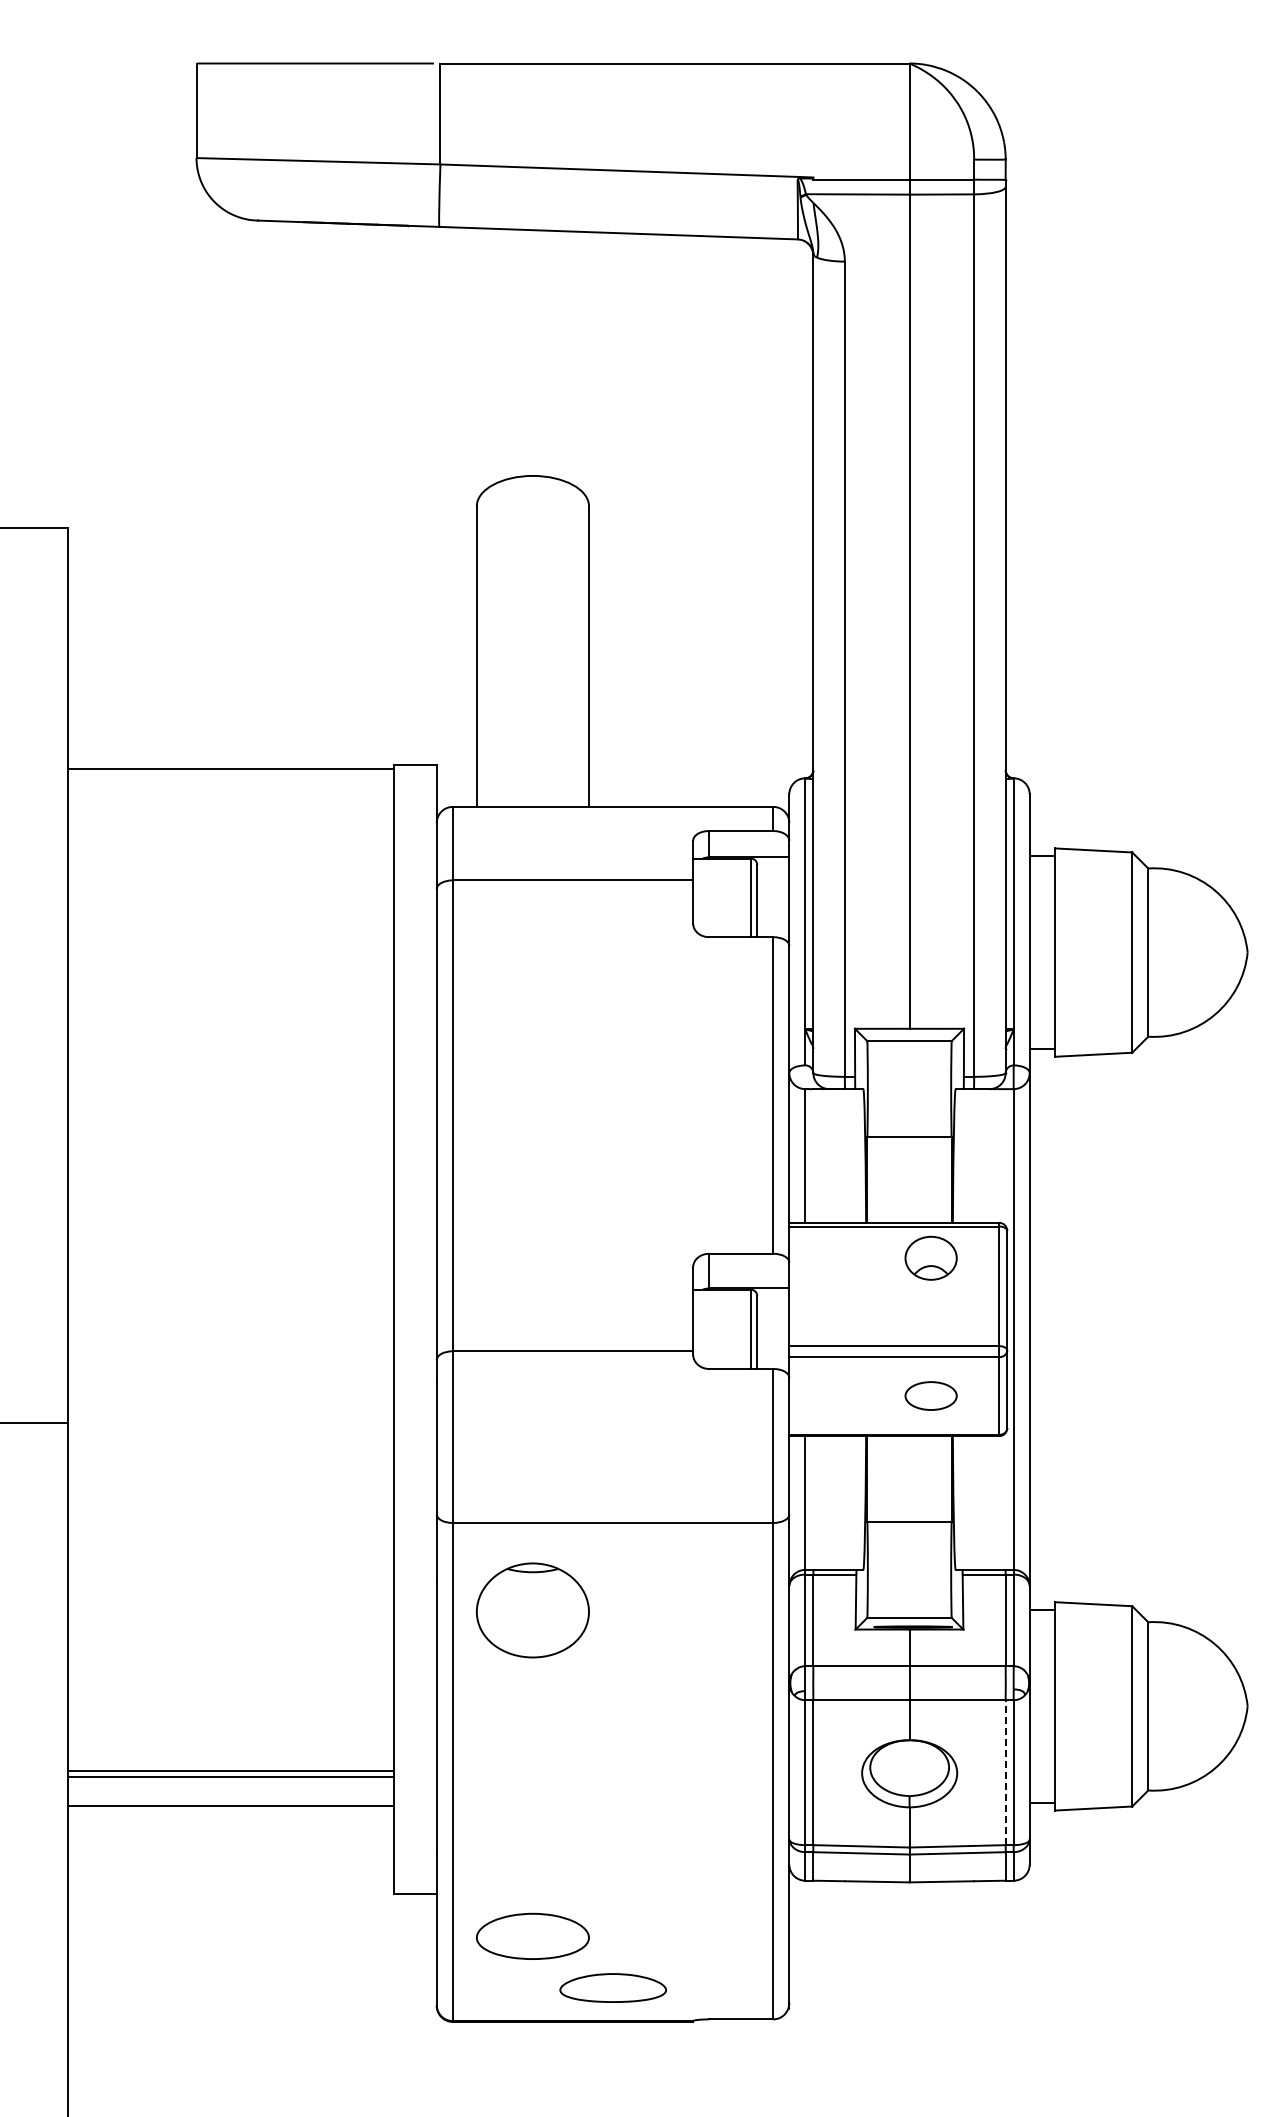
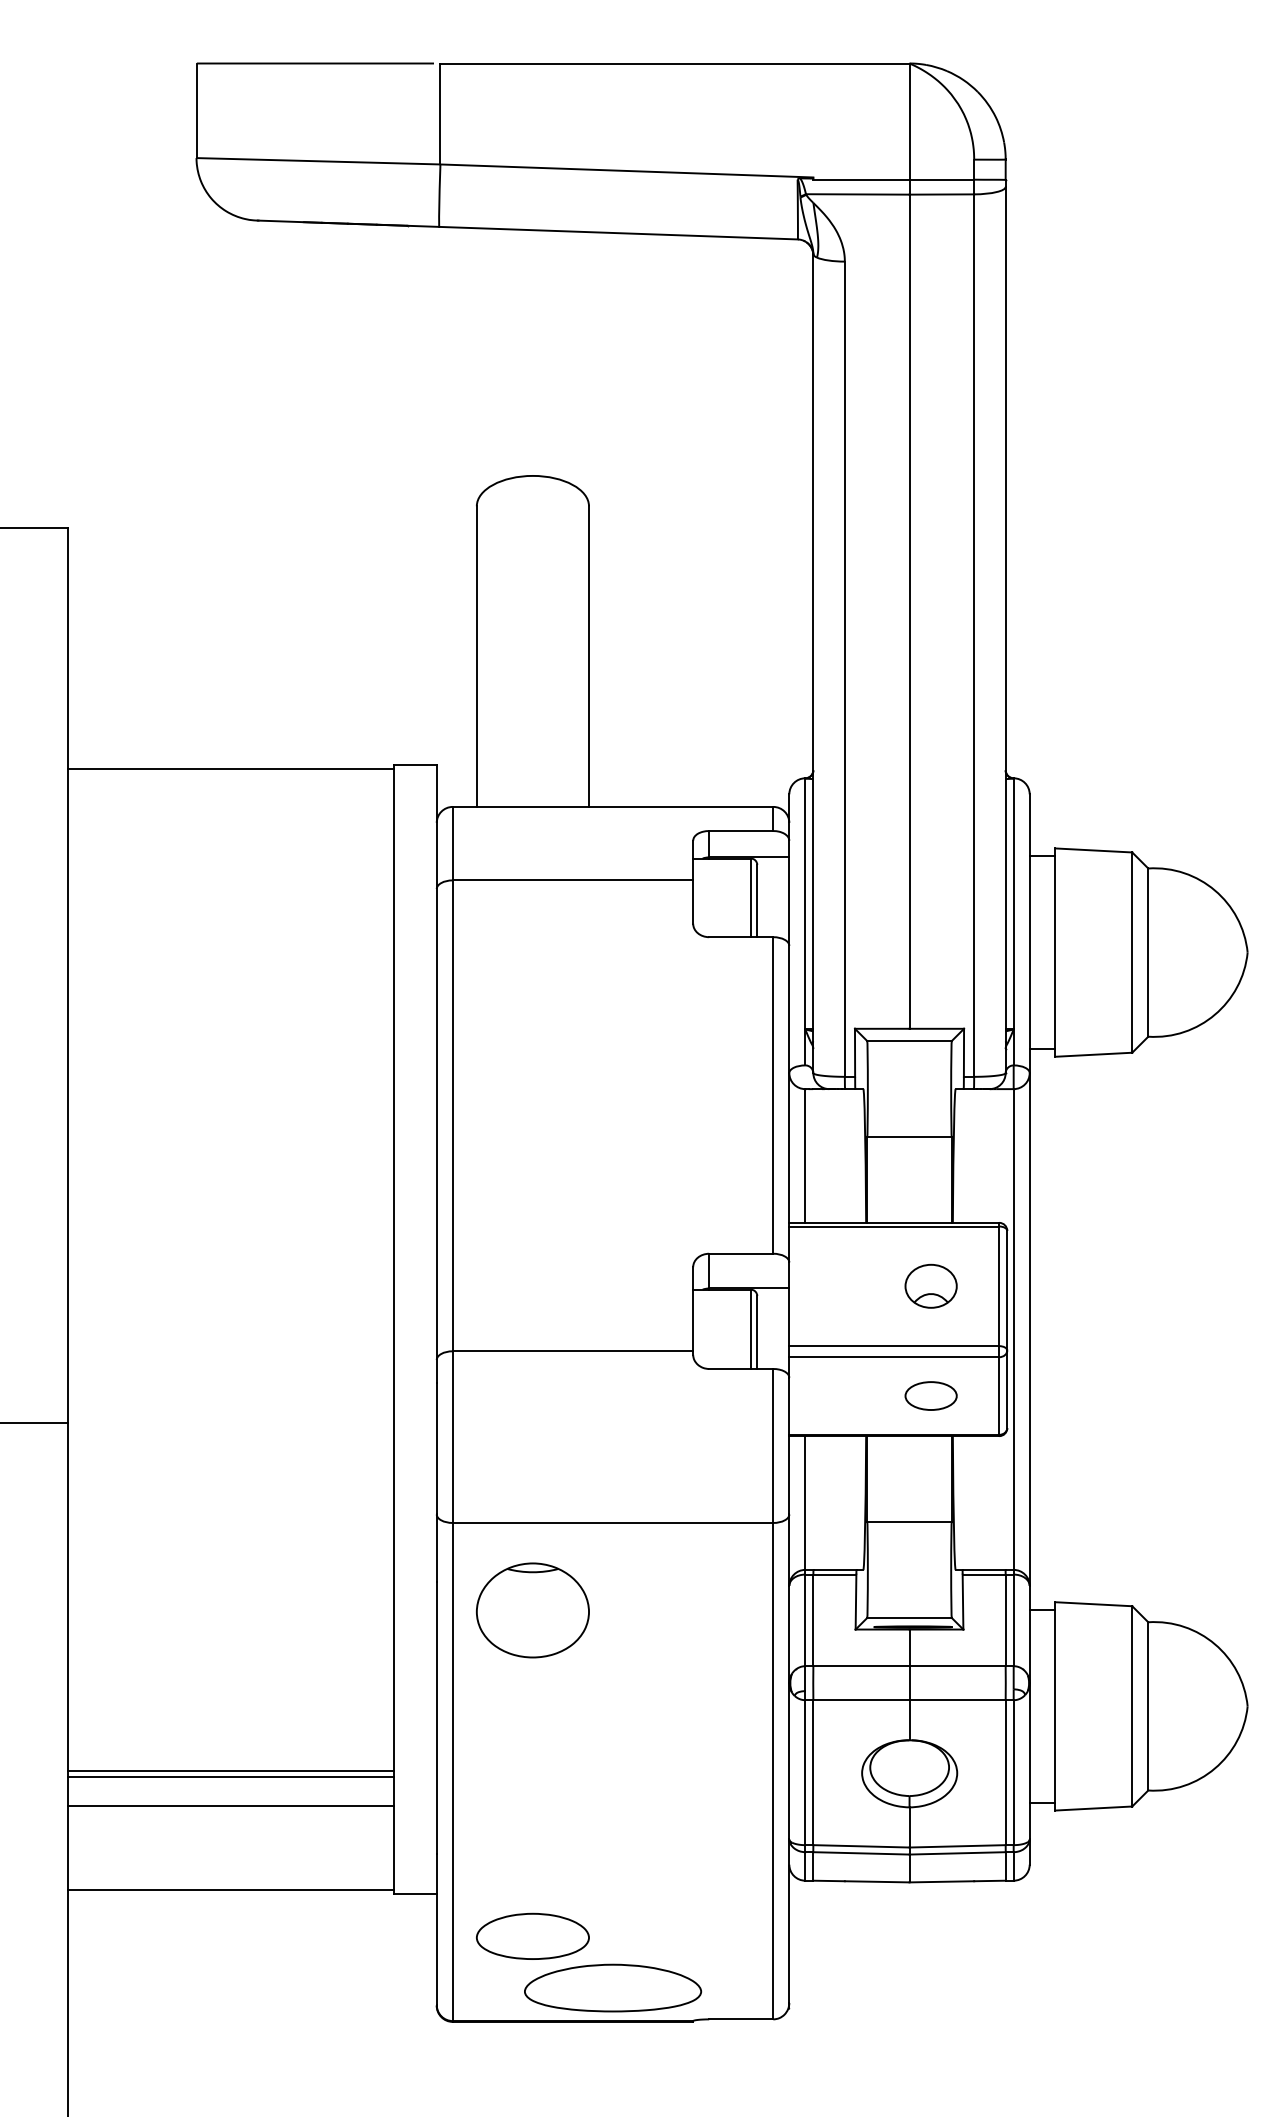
part at (930, 1257) position: (930, 1257) -> (930, 1285)
line at (1005, 1772): dashed -> solid
line at (230, 1890): none -> present
part at (612, 1987) size: 108x30 px -> 179x50 px
